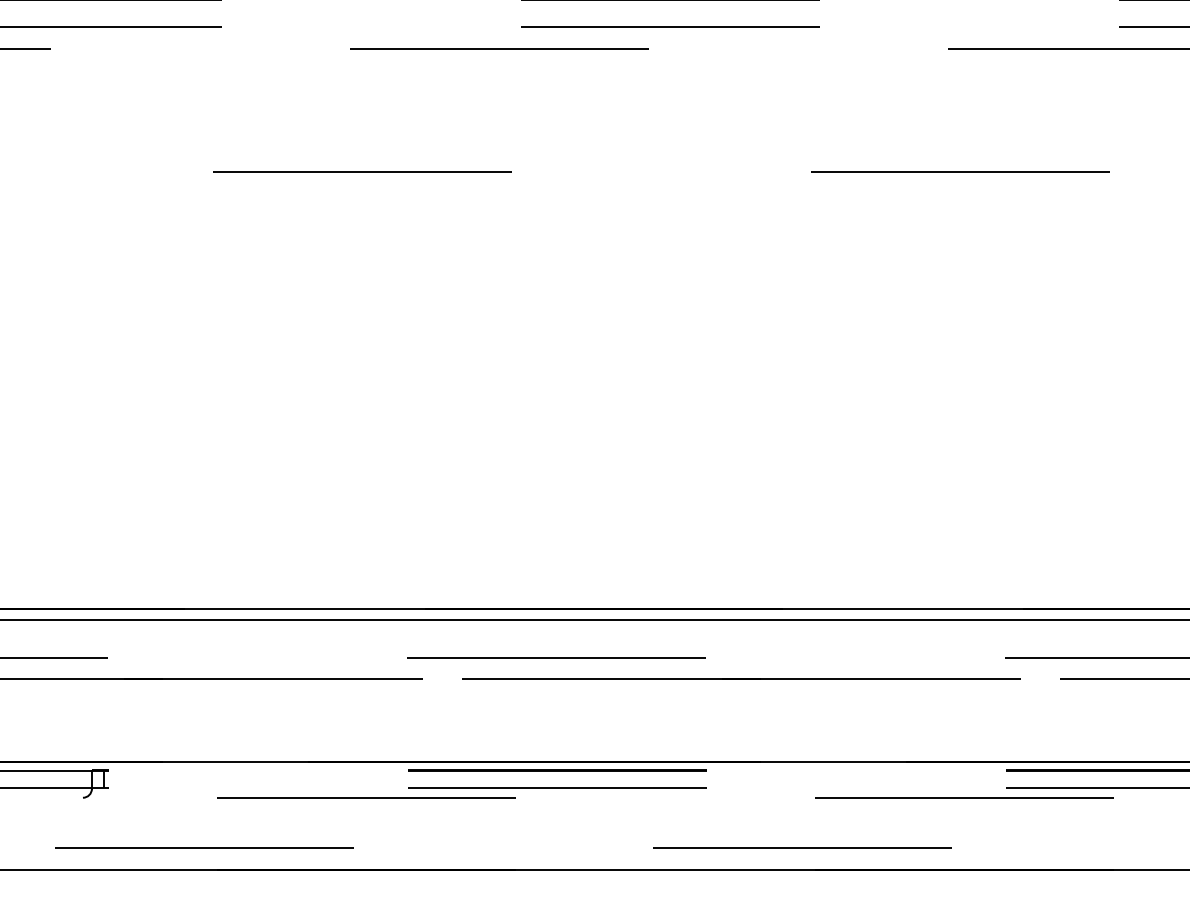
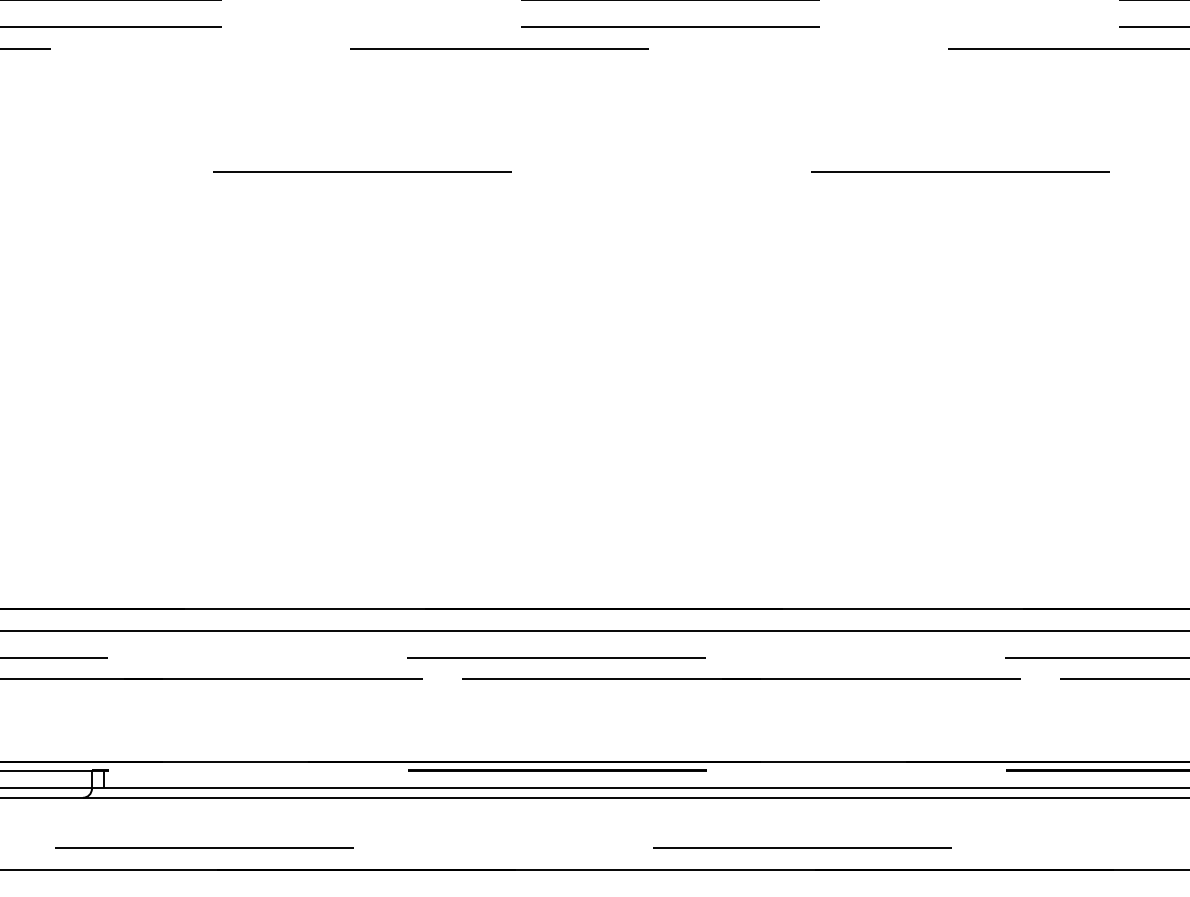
line at (594, 619) position: (594, 619) -> (594, 630)
line at (594, 788): dashed -> solid
line at (594, 797): dashed -> solid
